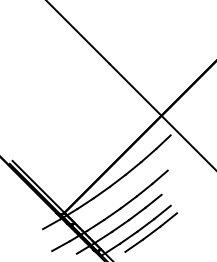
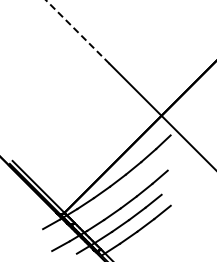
line at (77, 32): solid -> dashed
line at (151, 232): present -> none
